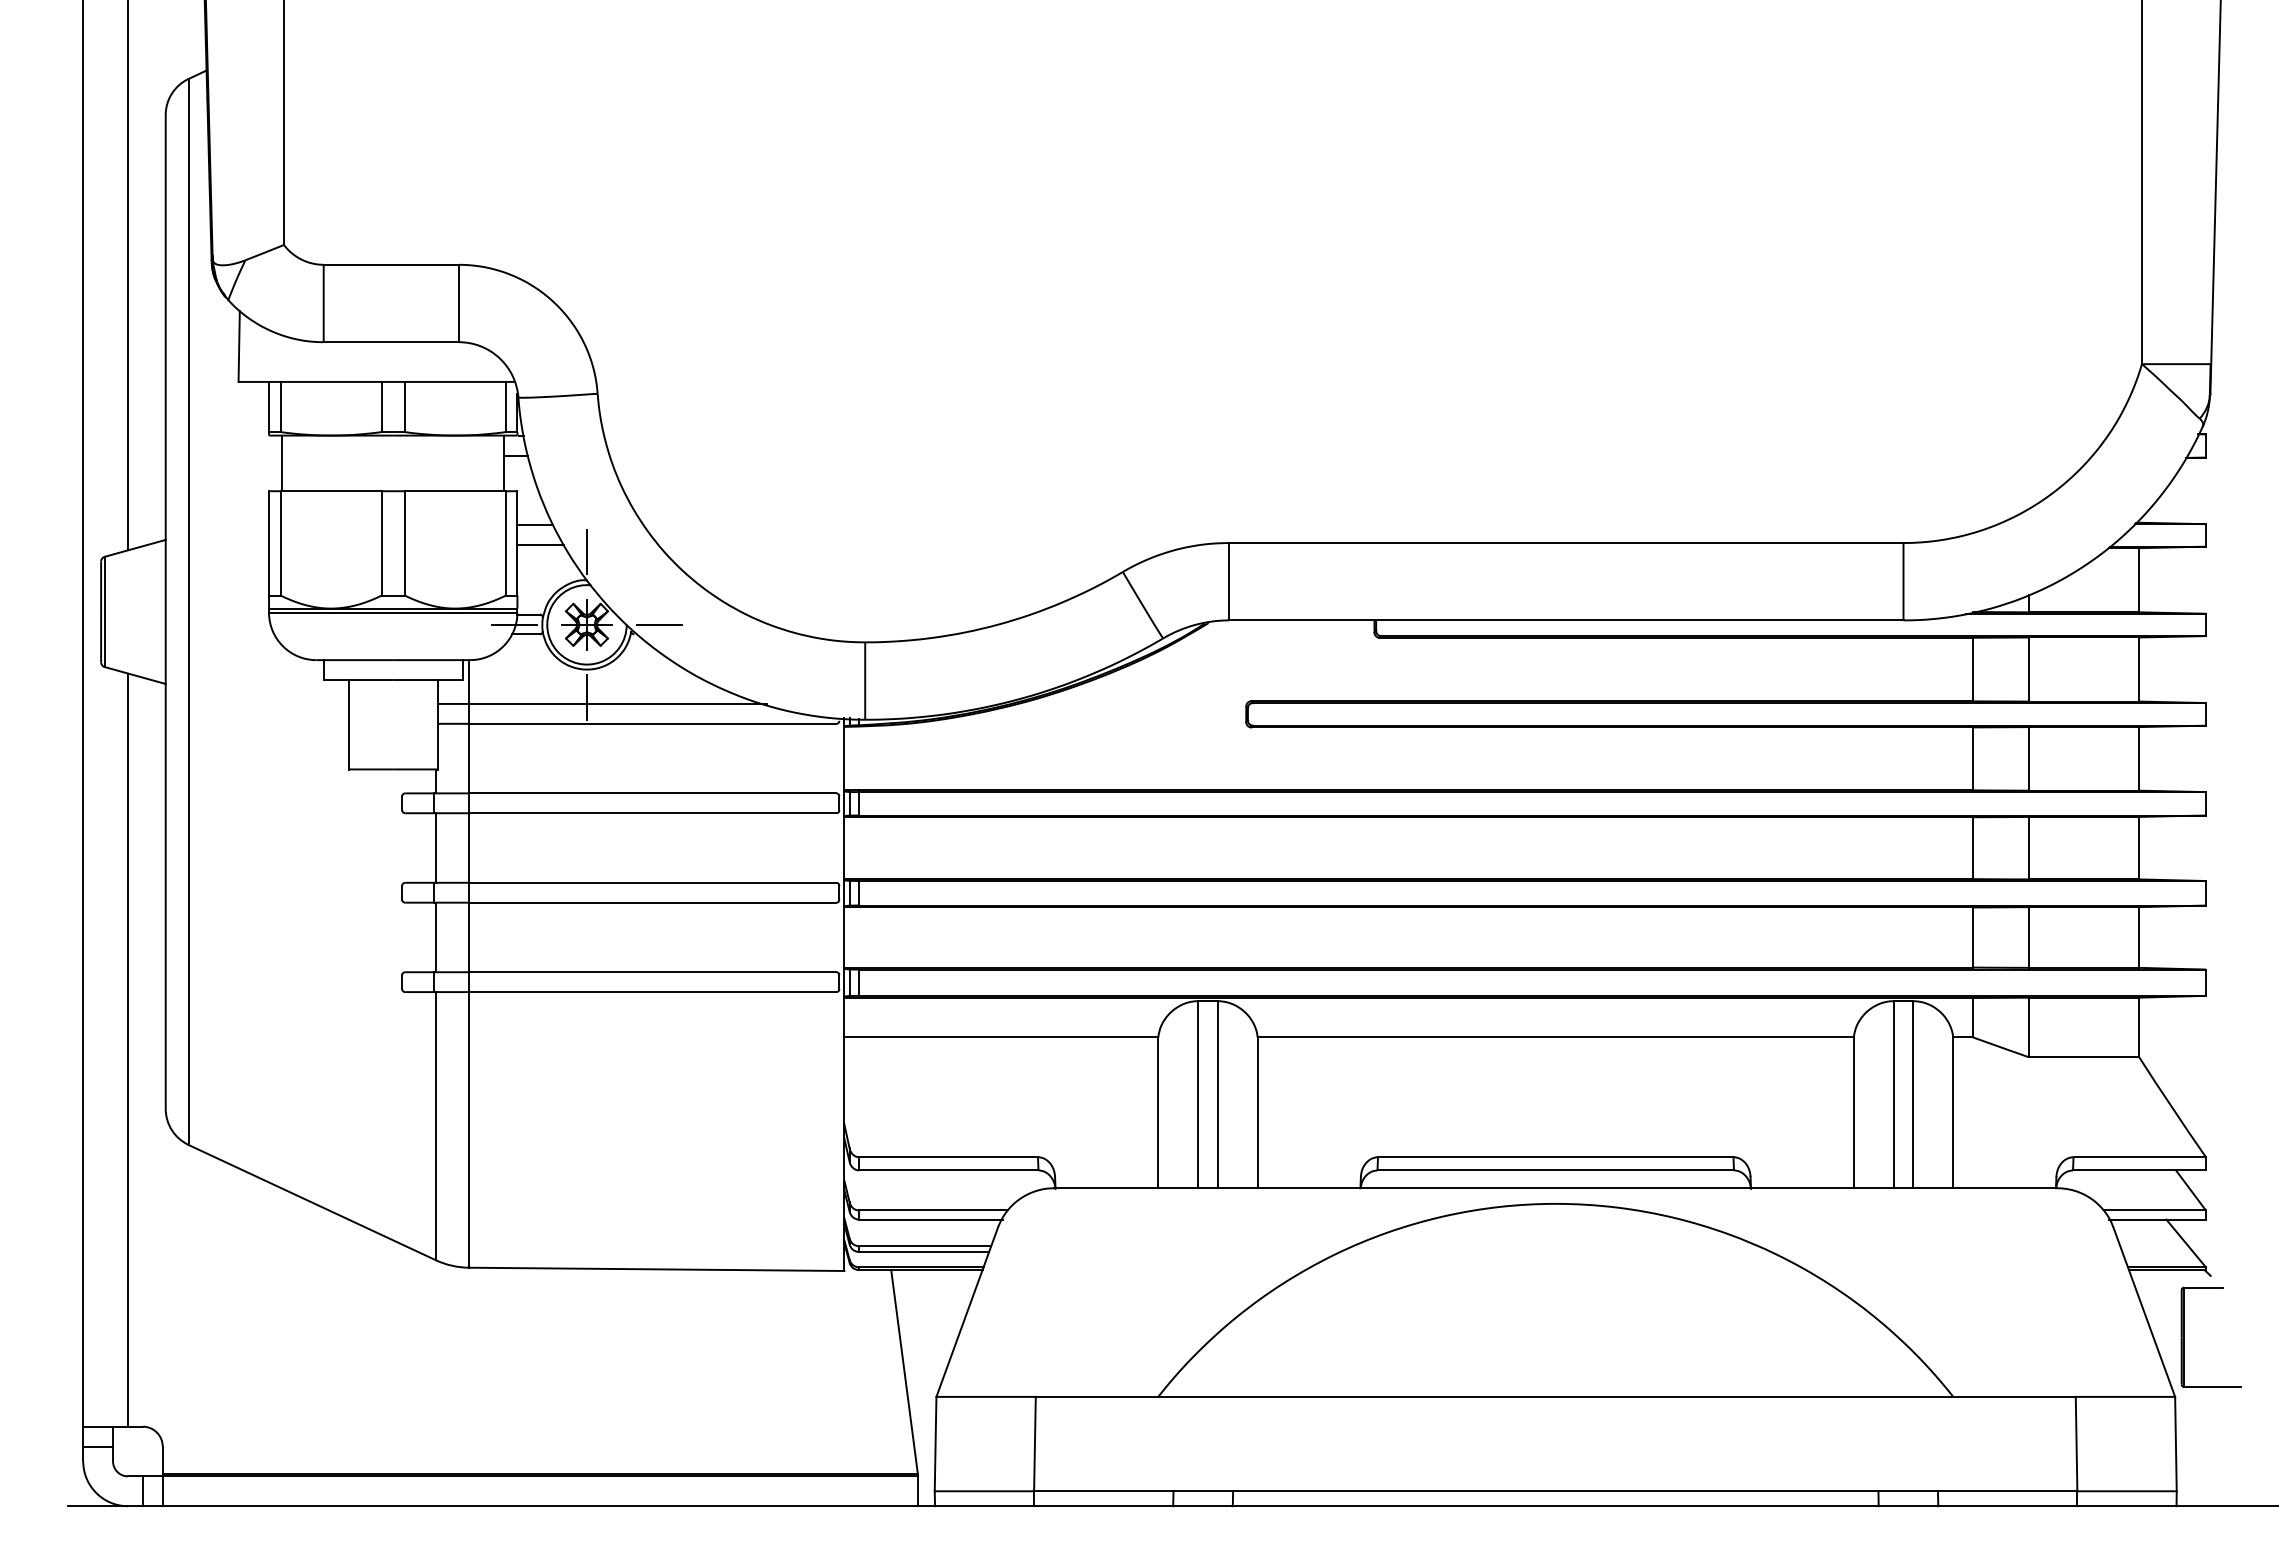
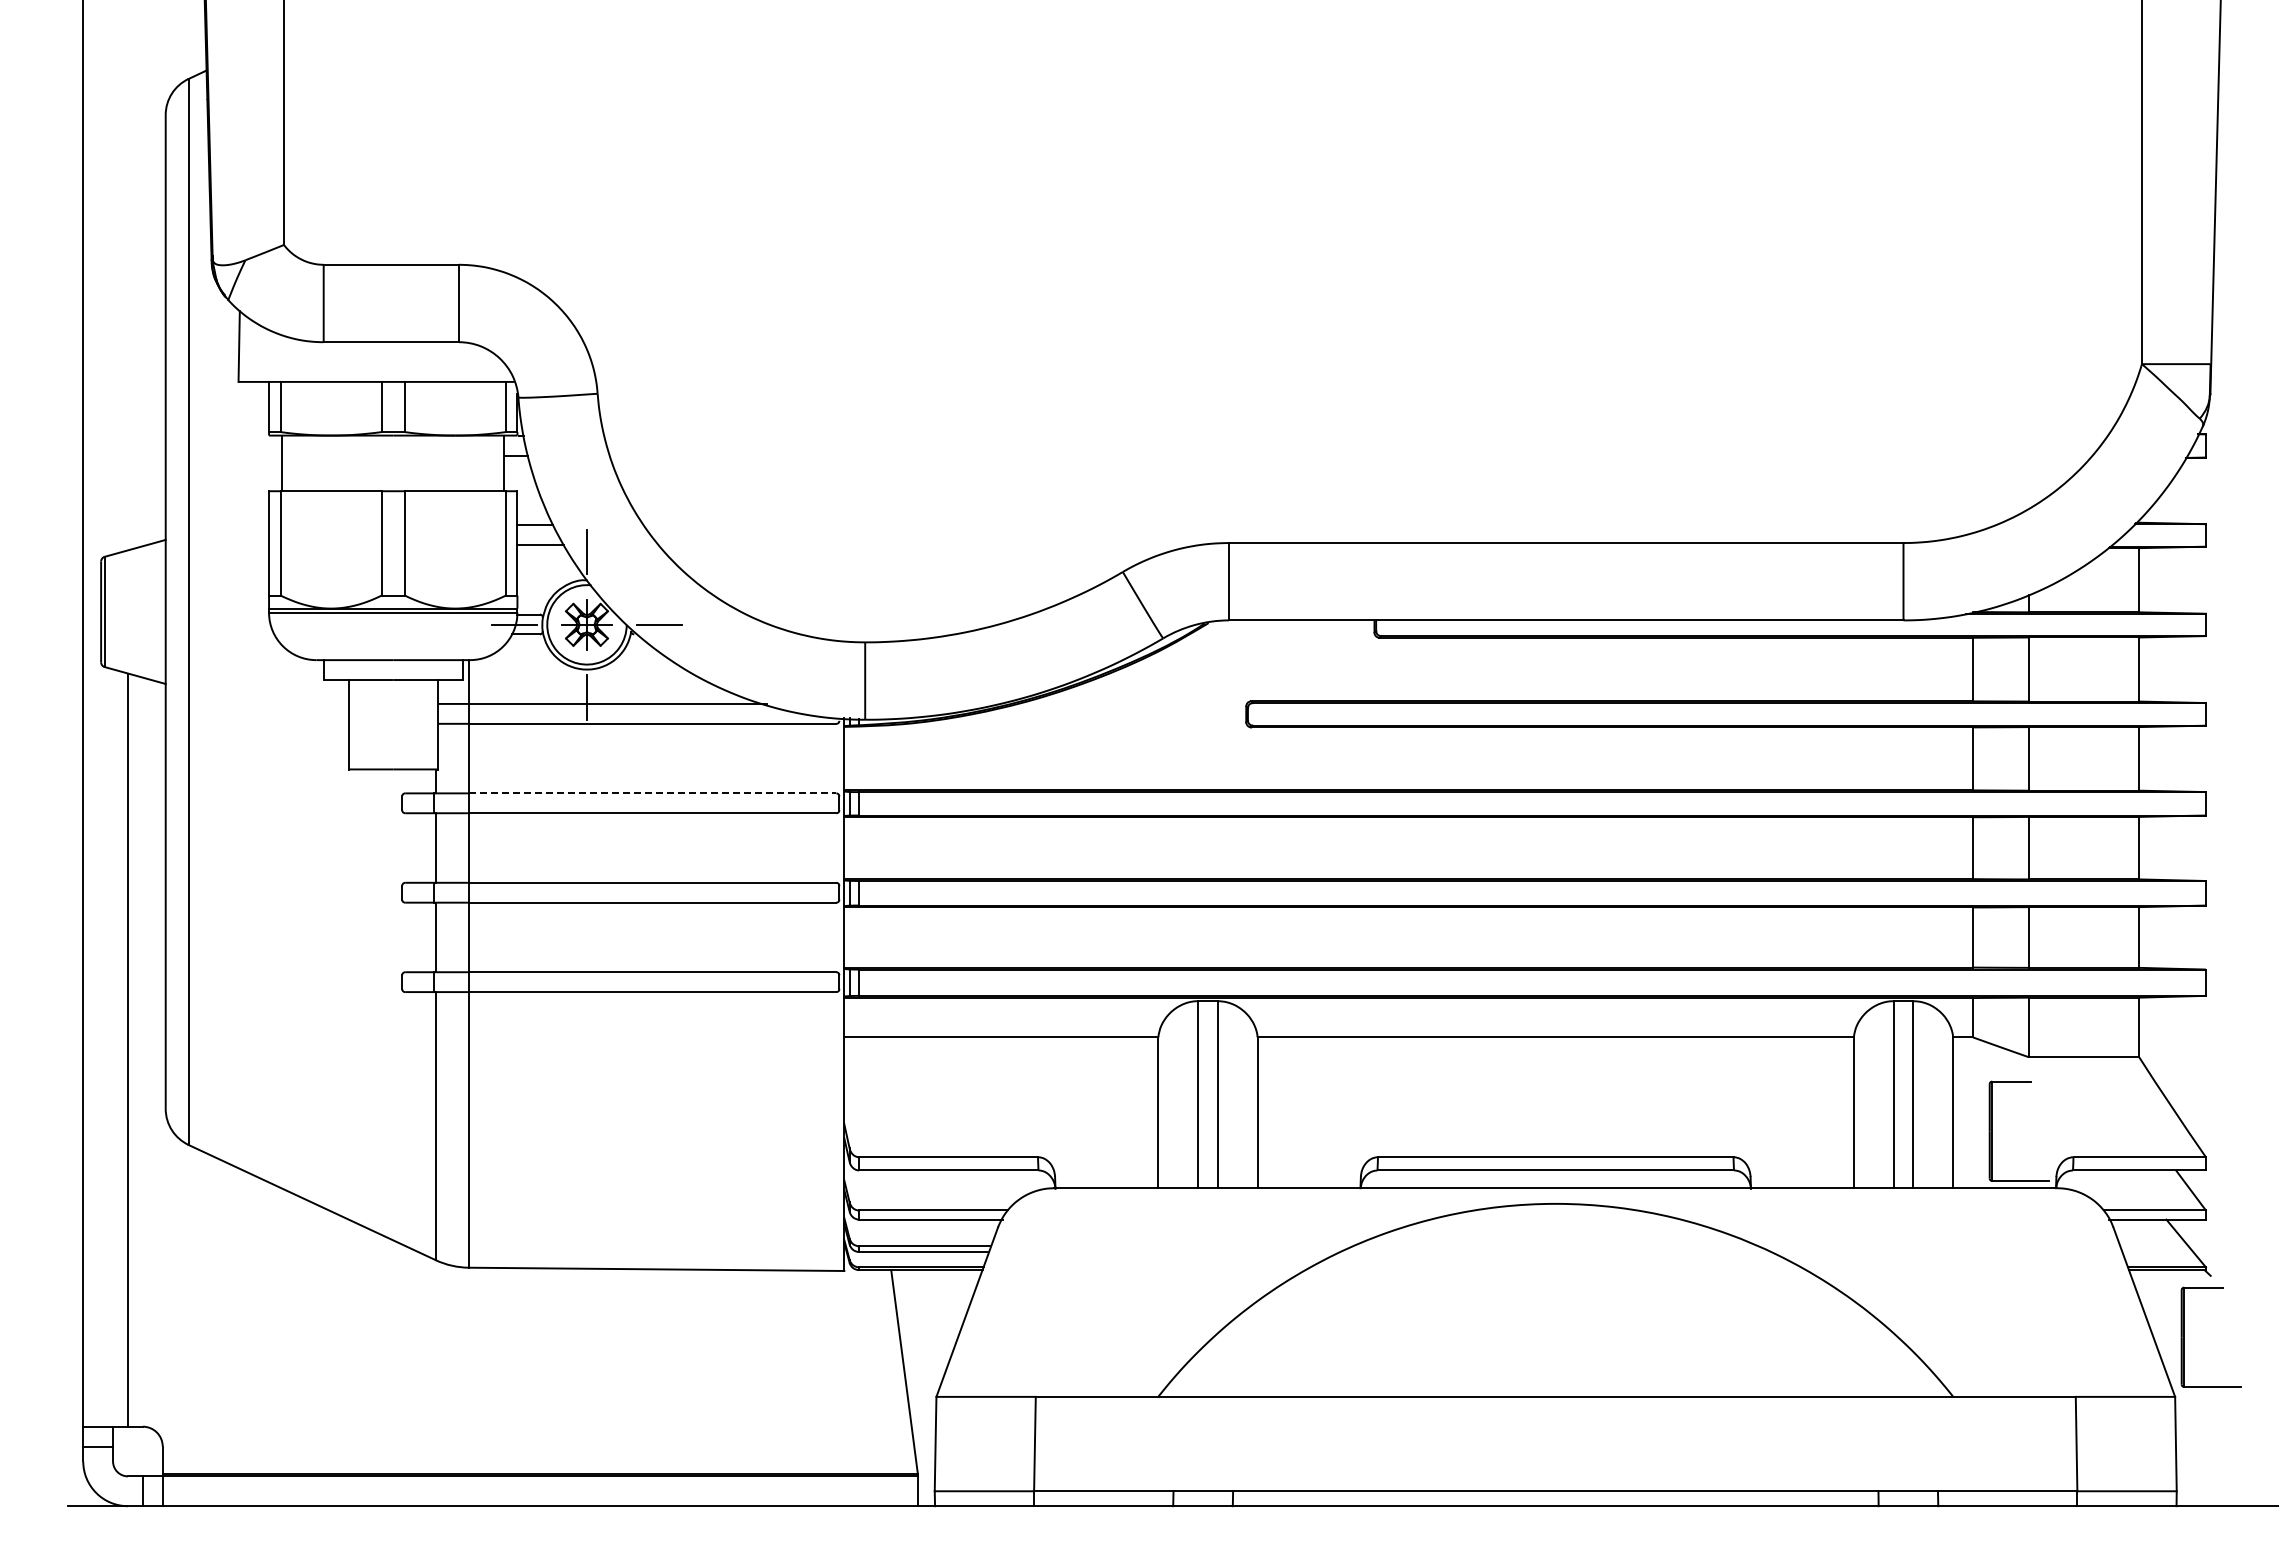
line at (127, 276): present -> none
line at (652, 793): solid -> dashed
part at (1992, 1130): none -> present
